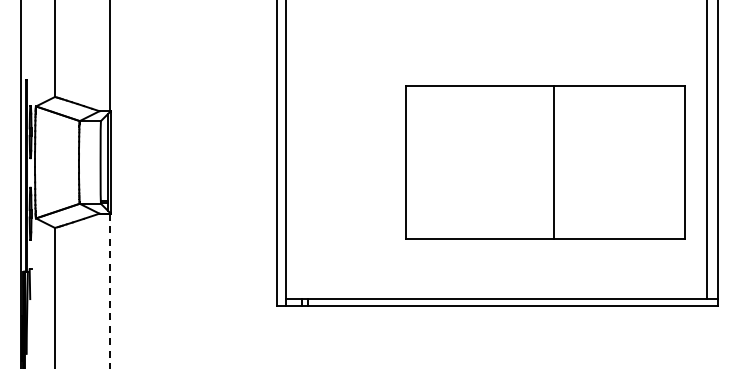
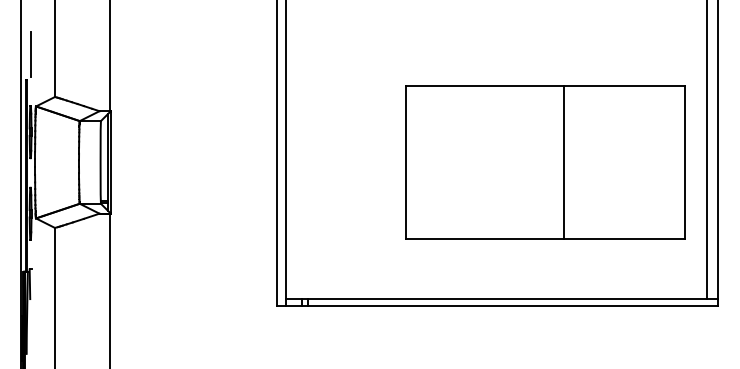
line at (30, 54): none -> present
line at (554, 161) position: (554, 161) -> (564, 161)
line at (109, 291): dashed -> solid
